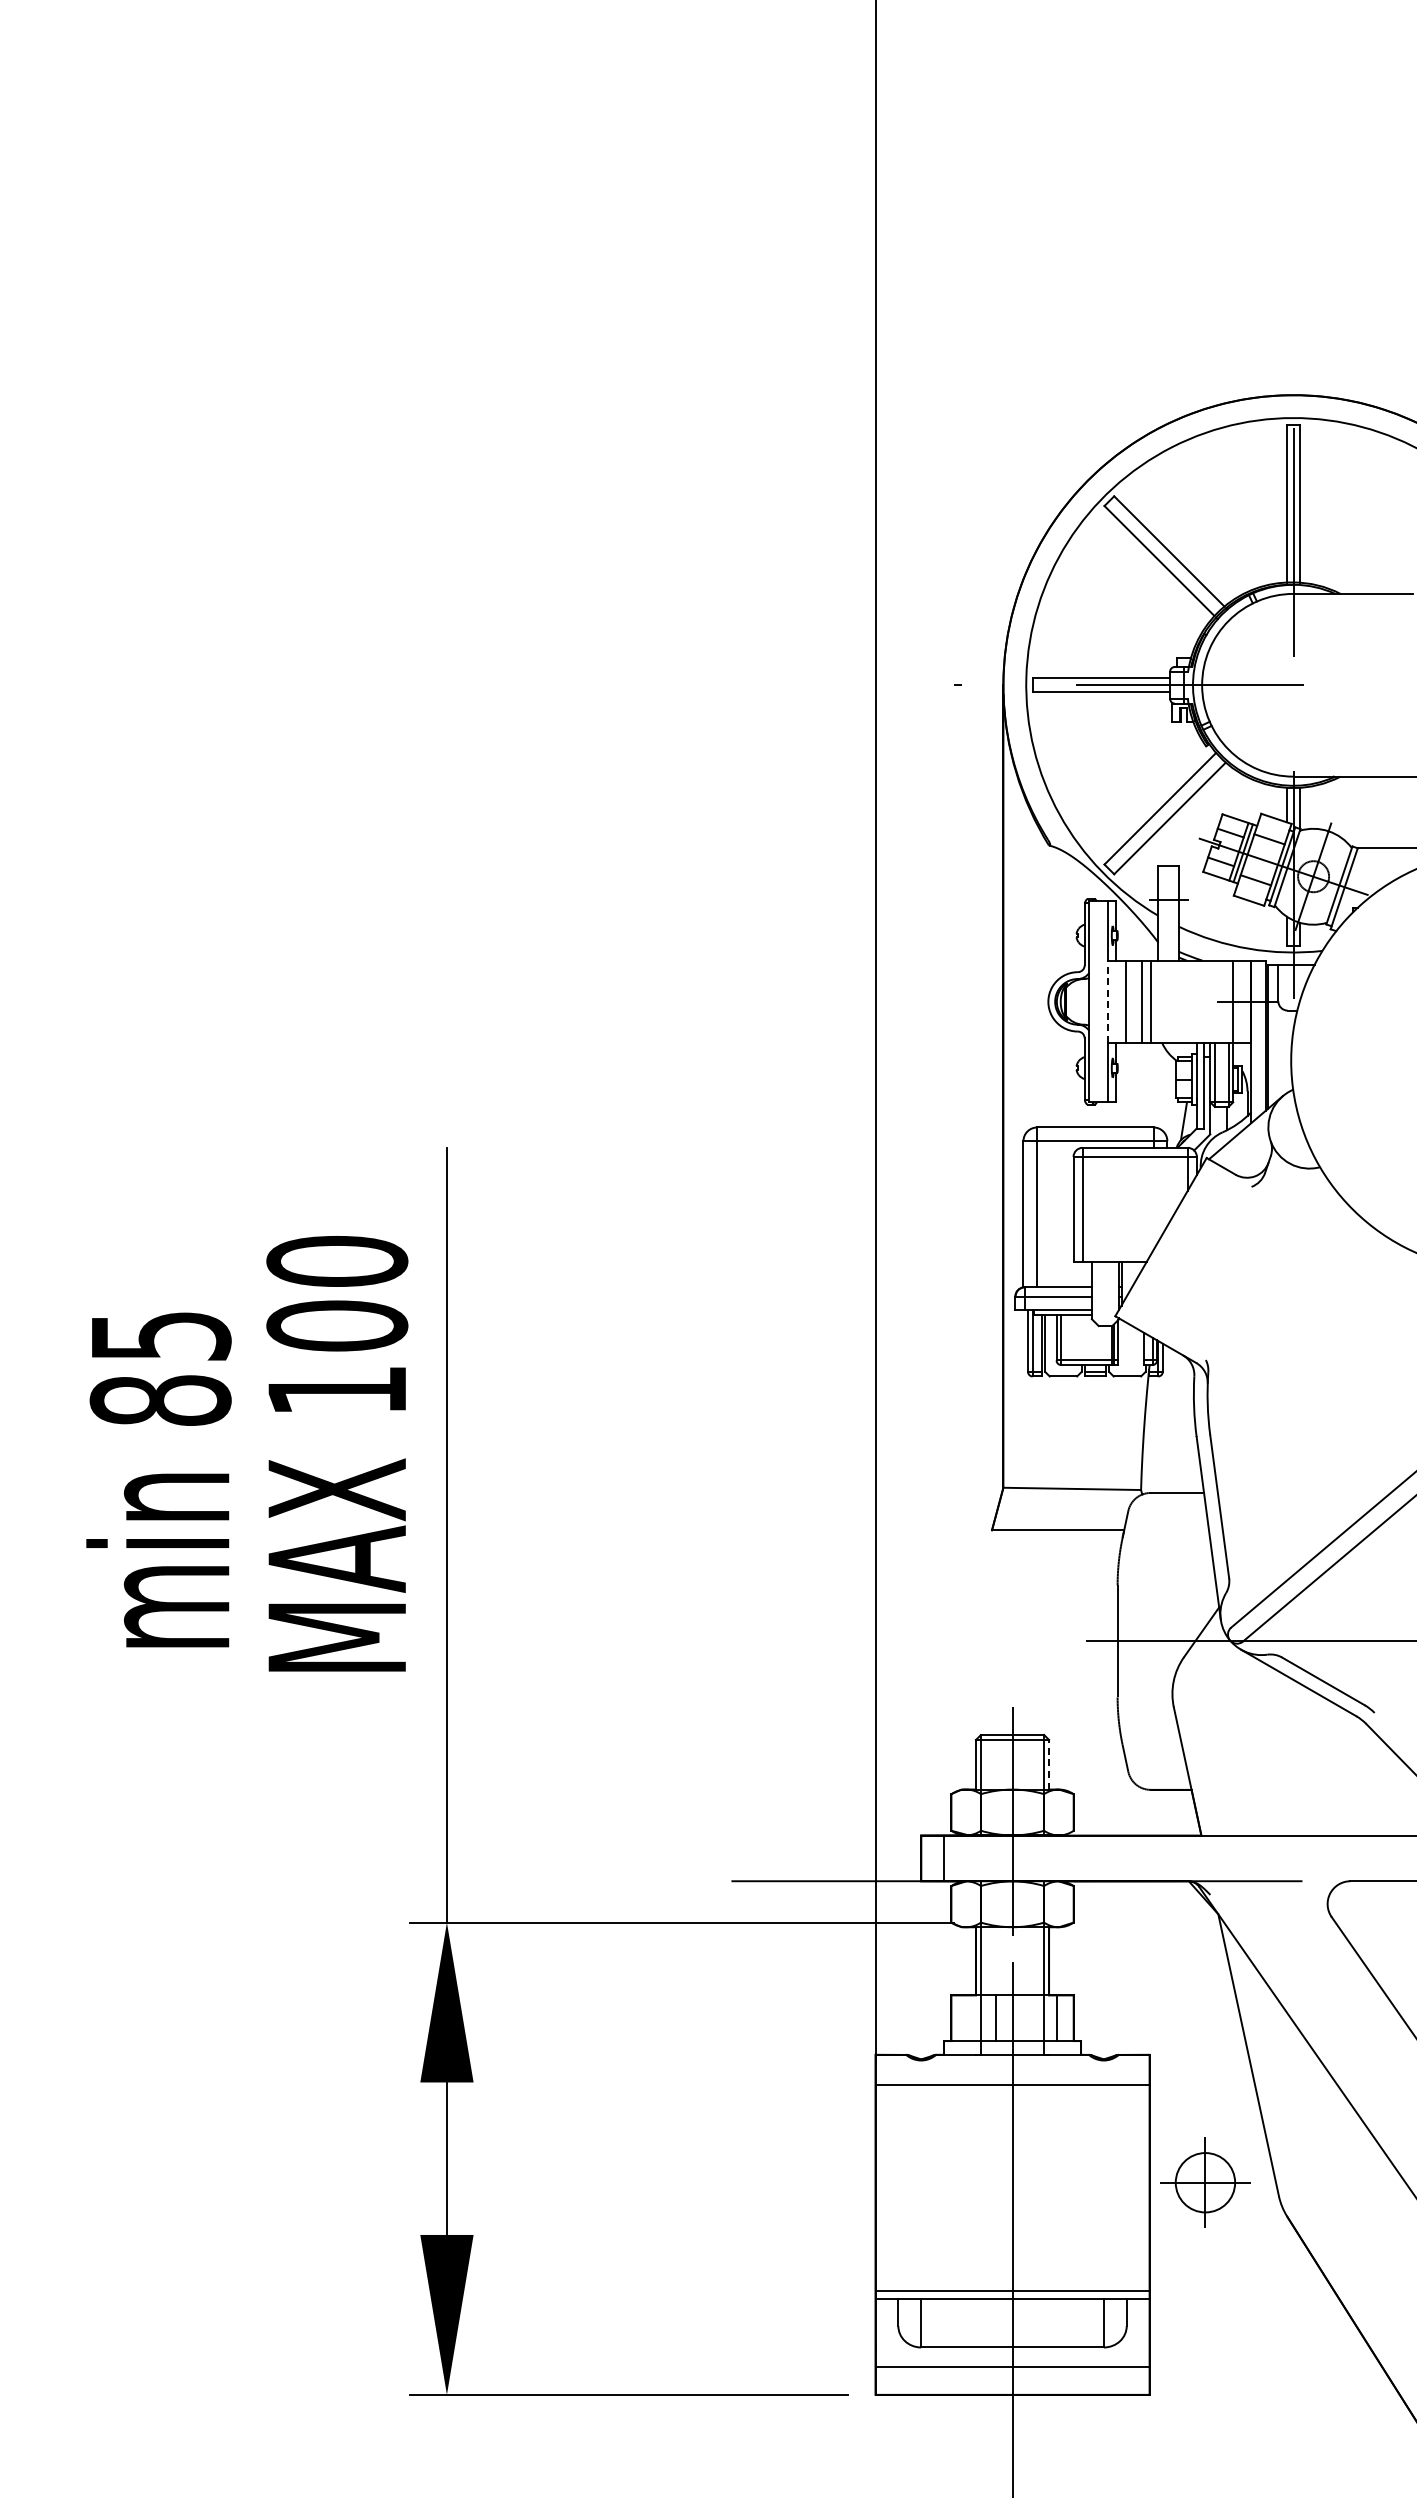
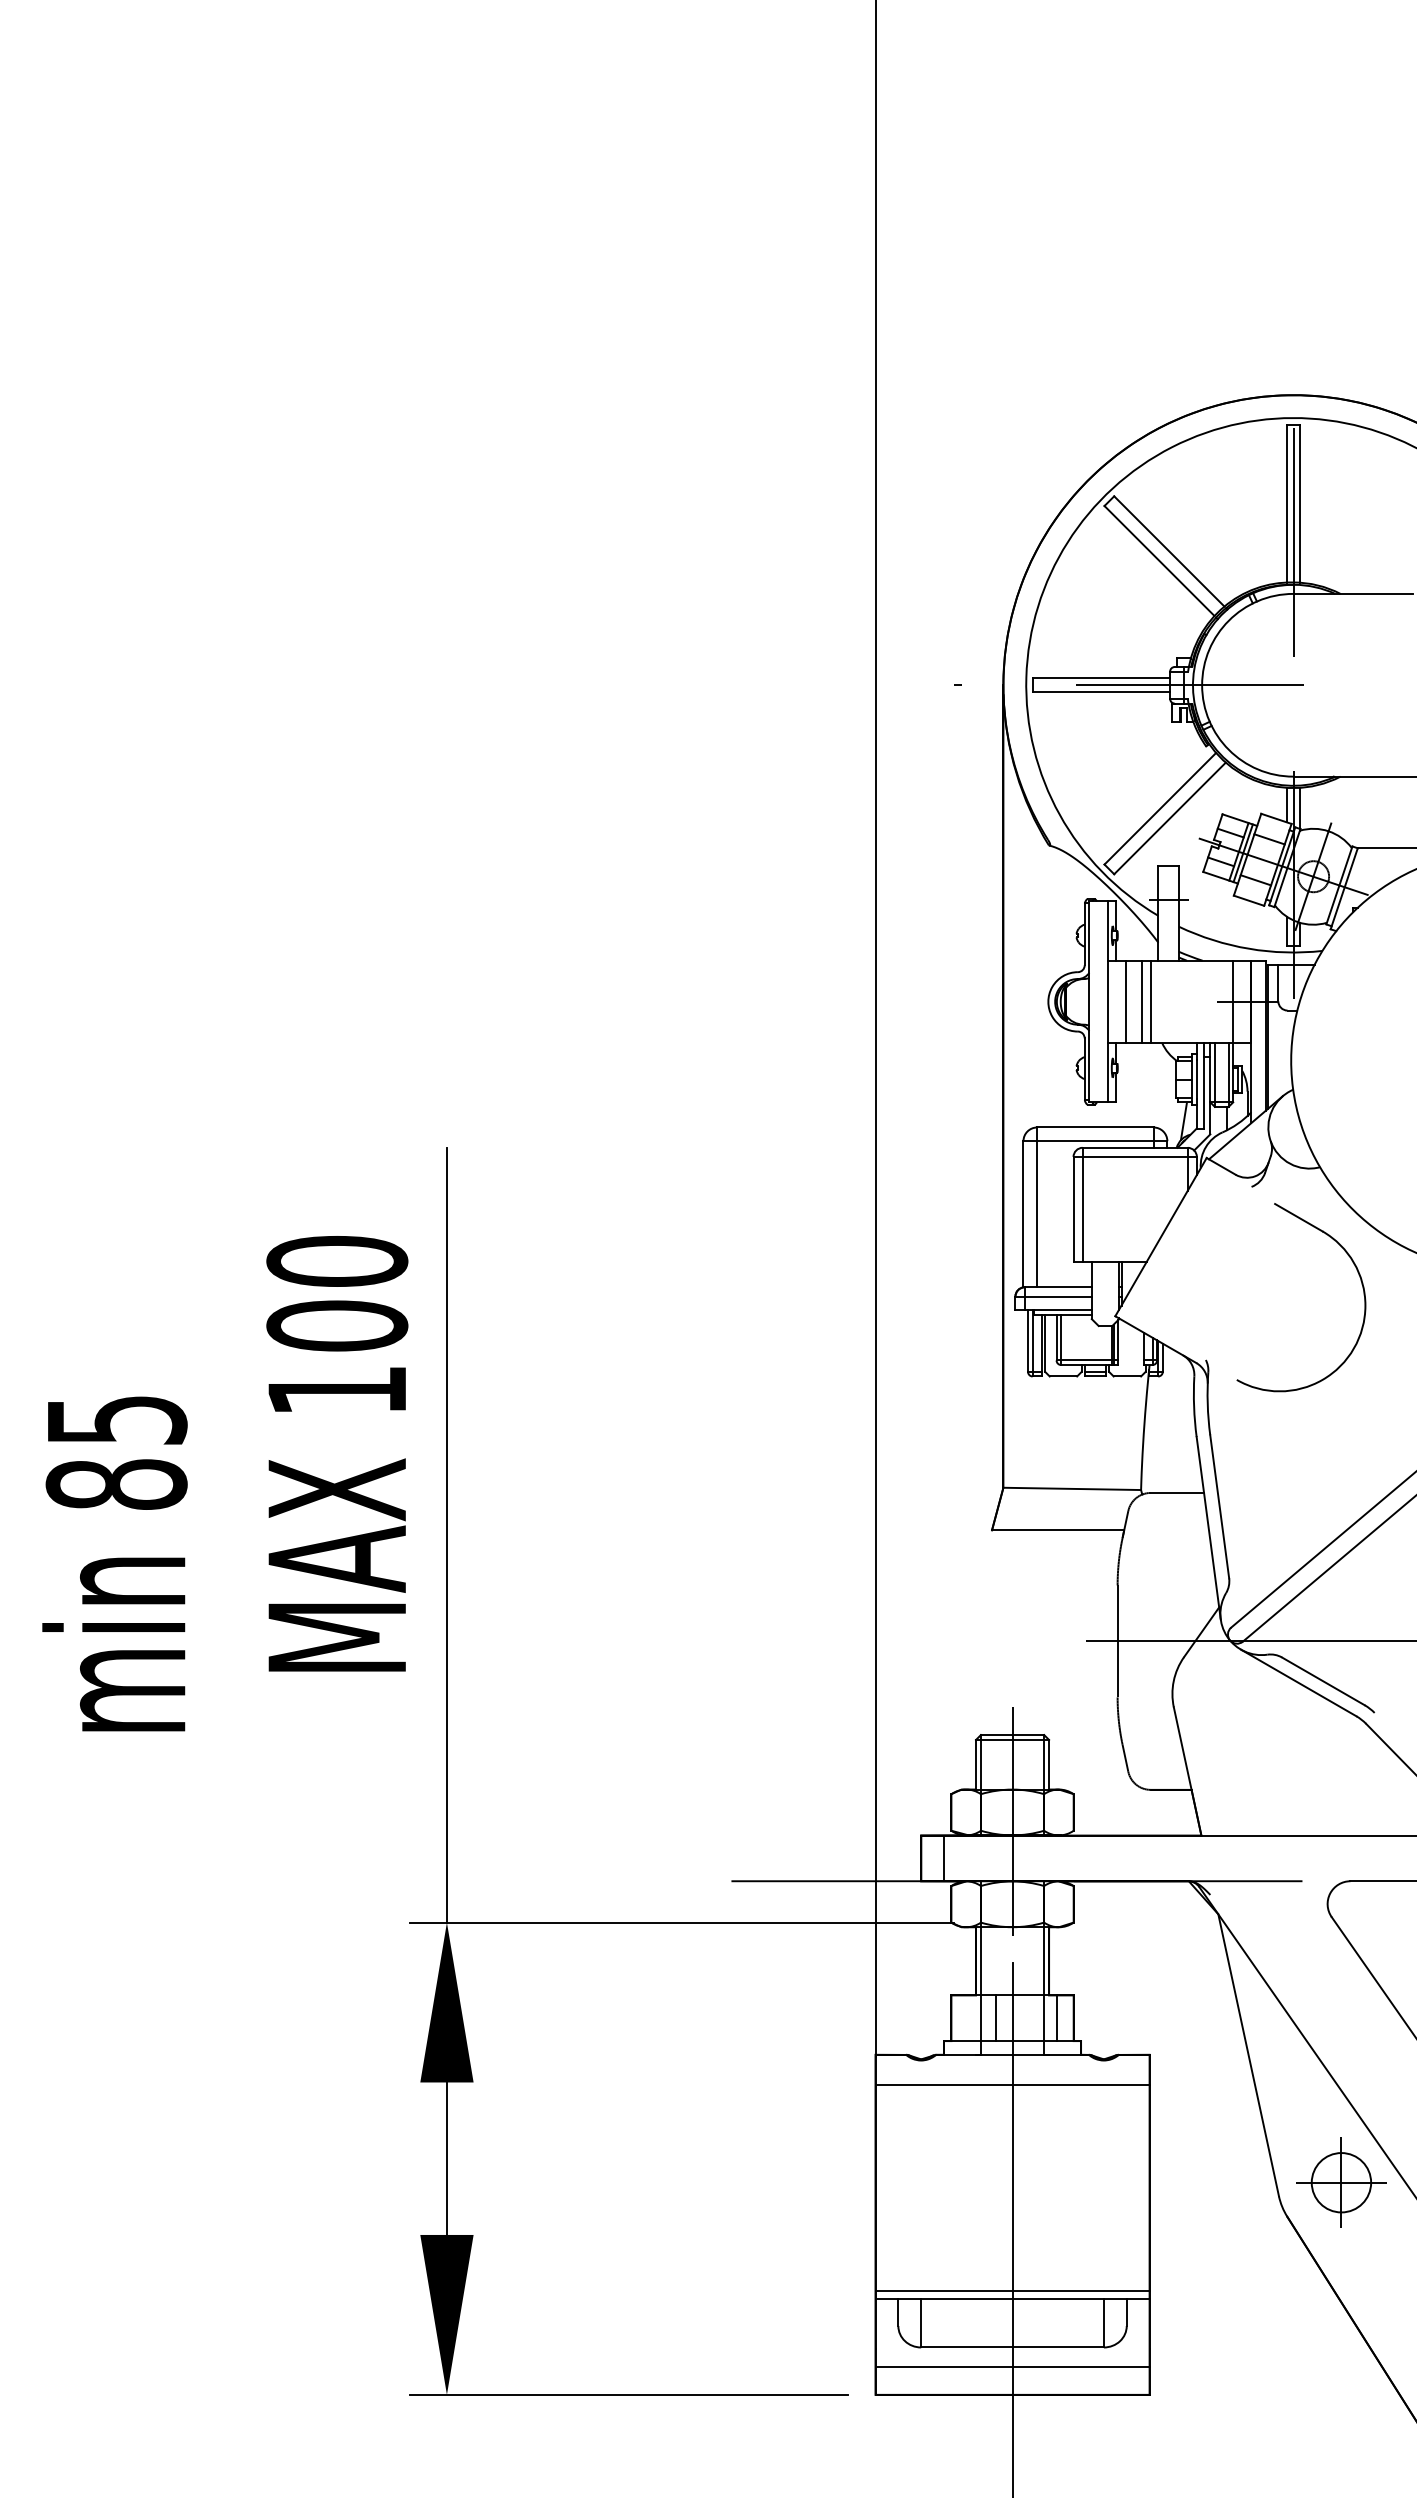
line at (1107, 1001): dashed -> solid
part at (1358, 1275): none -> present
text at (158, 1479) position: (158, 1479) -> (114, 1563)
line at (1049, 1764): dashed -> solid
part at (1205, 2182) position: (1205, 2182) -> (1341, 2182)
